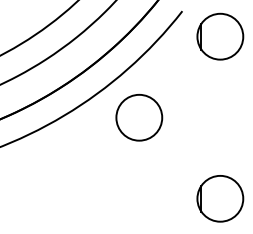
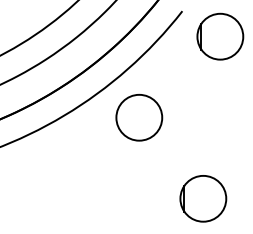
part at (220, 198) position: (220, 198) -> (203, 198)
